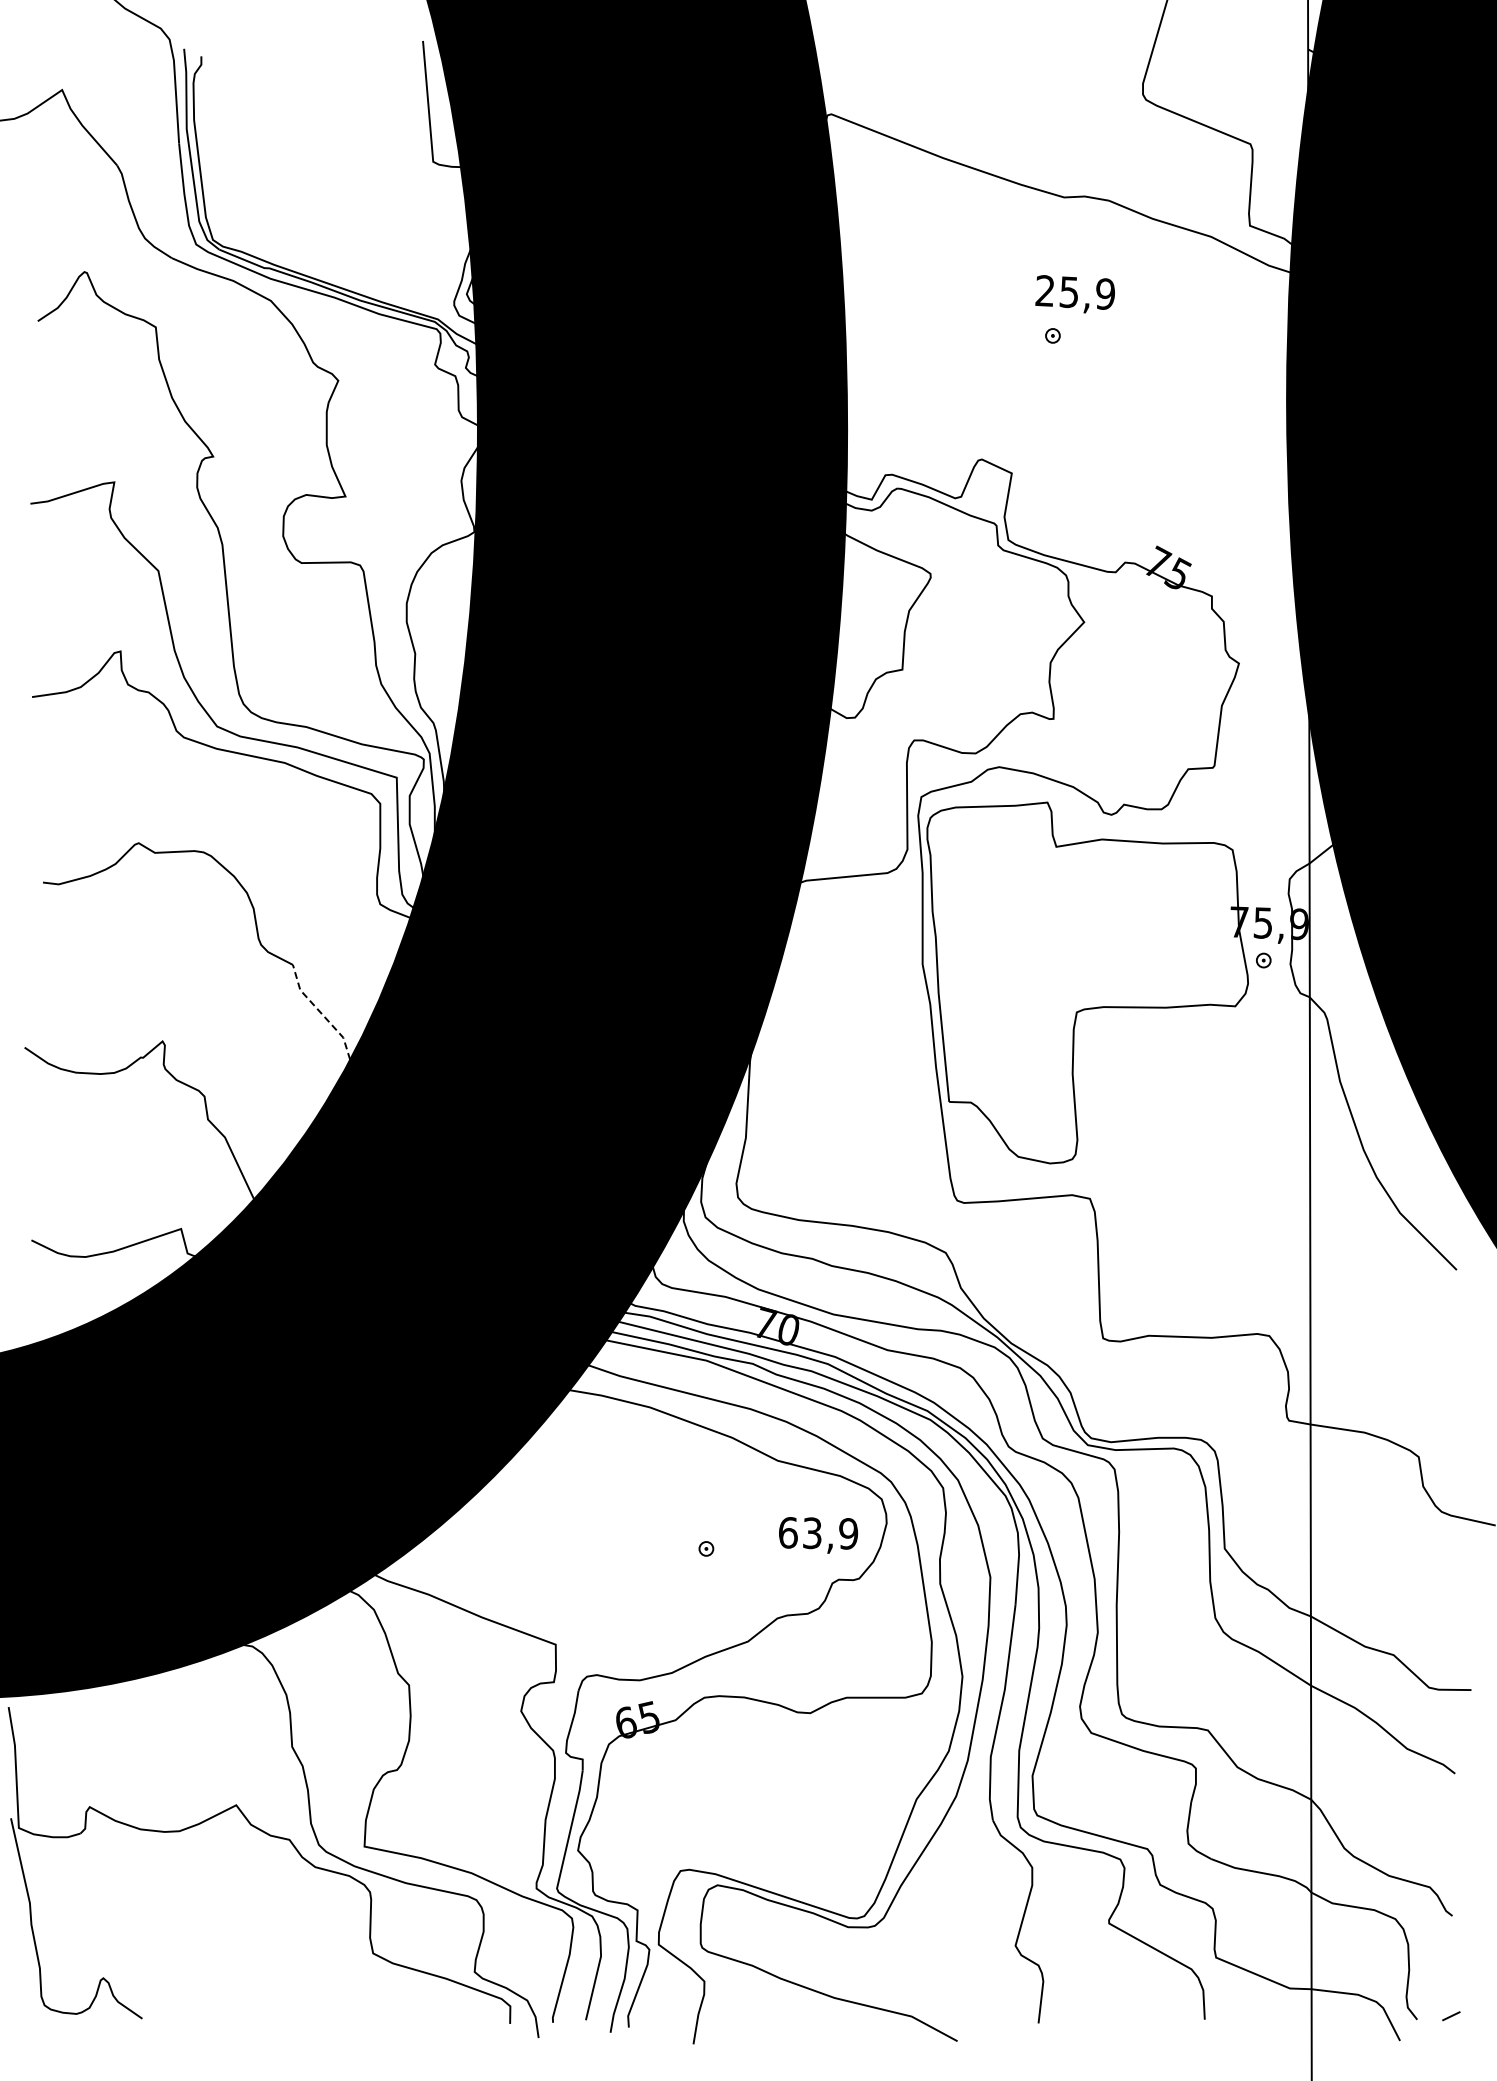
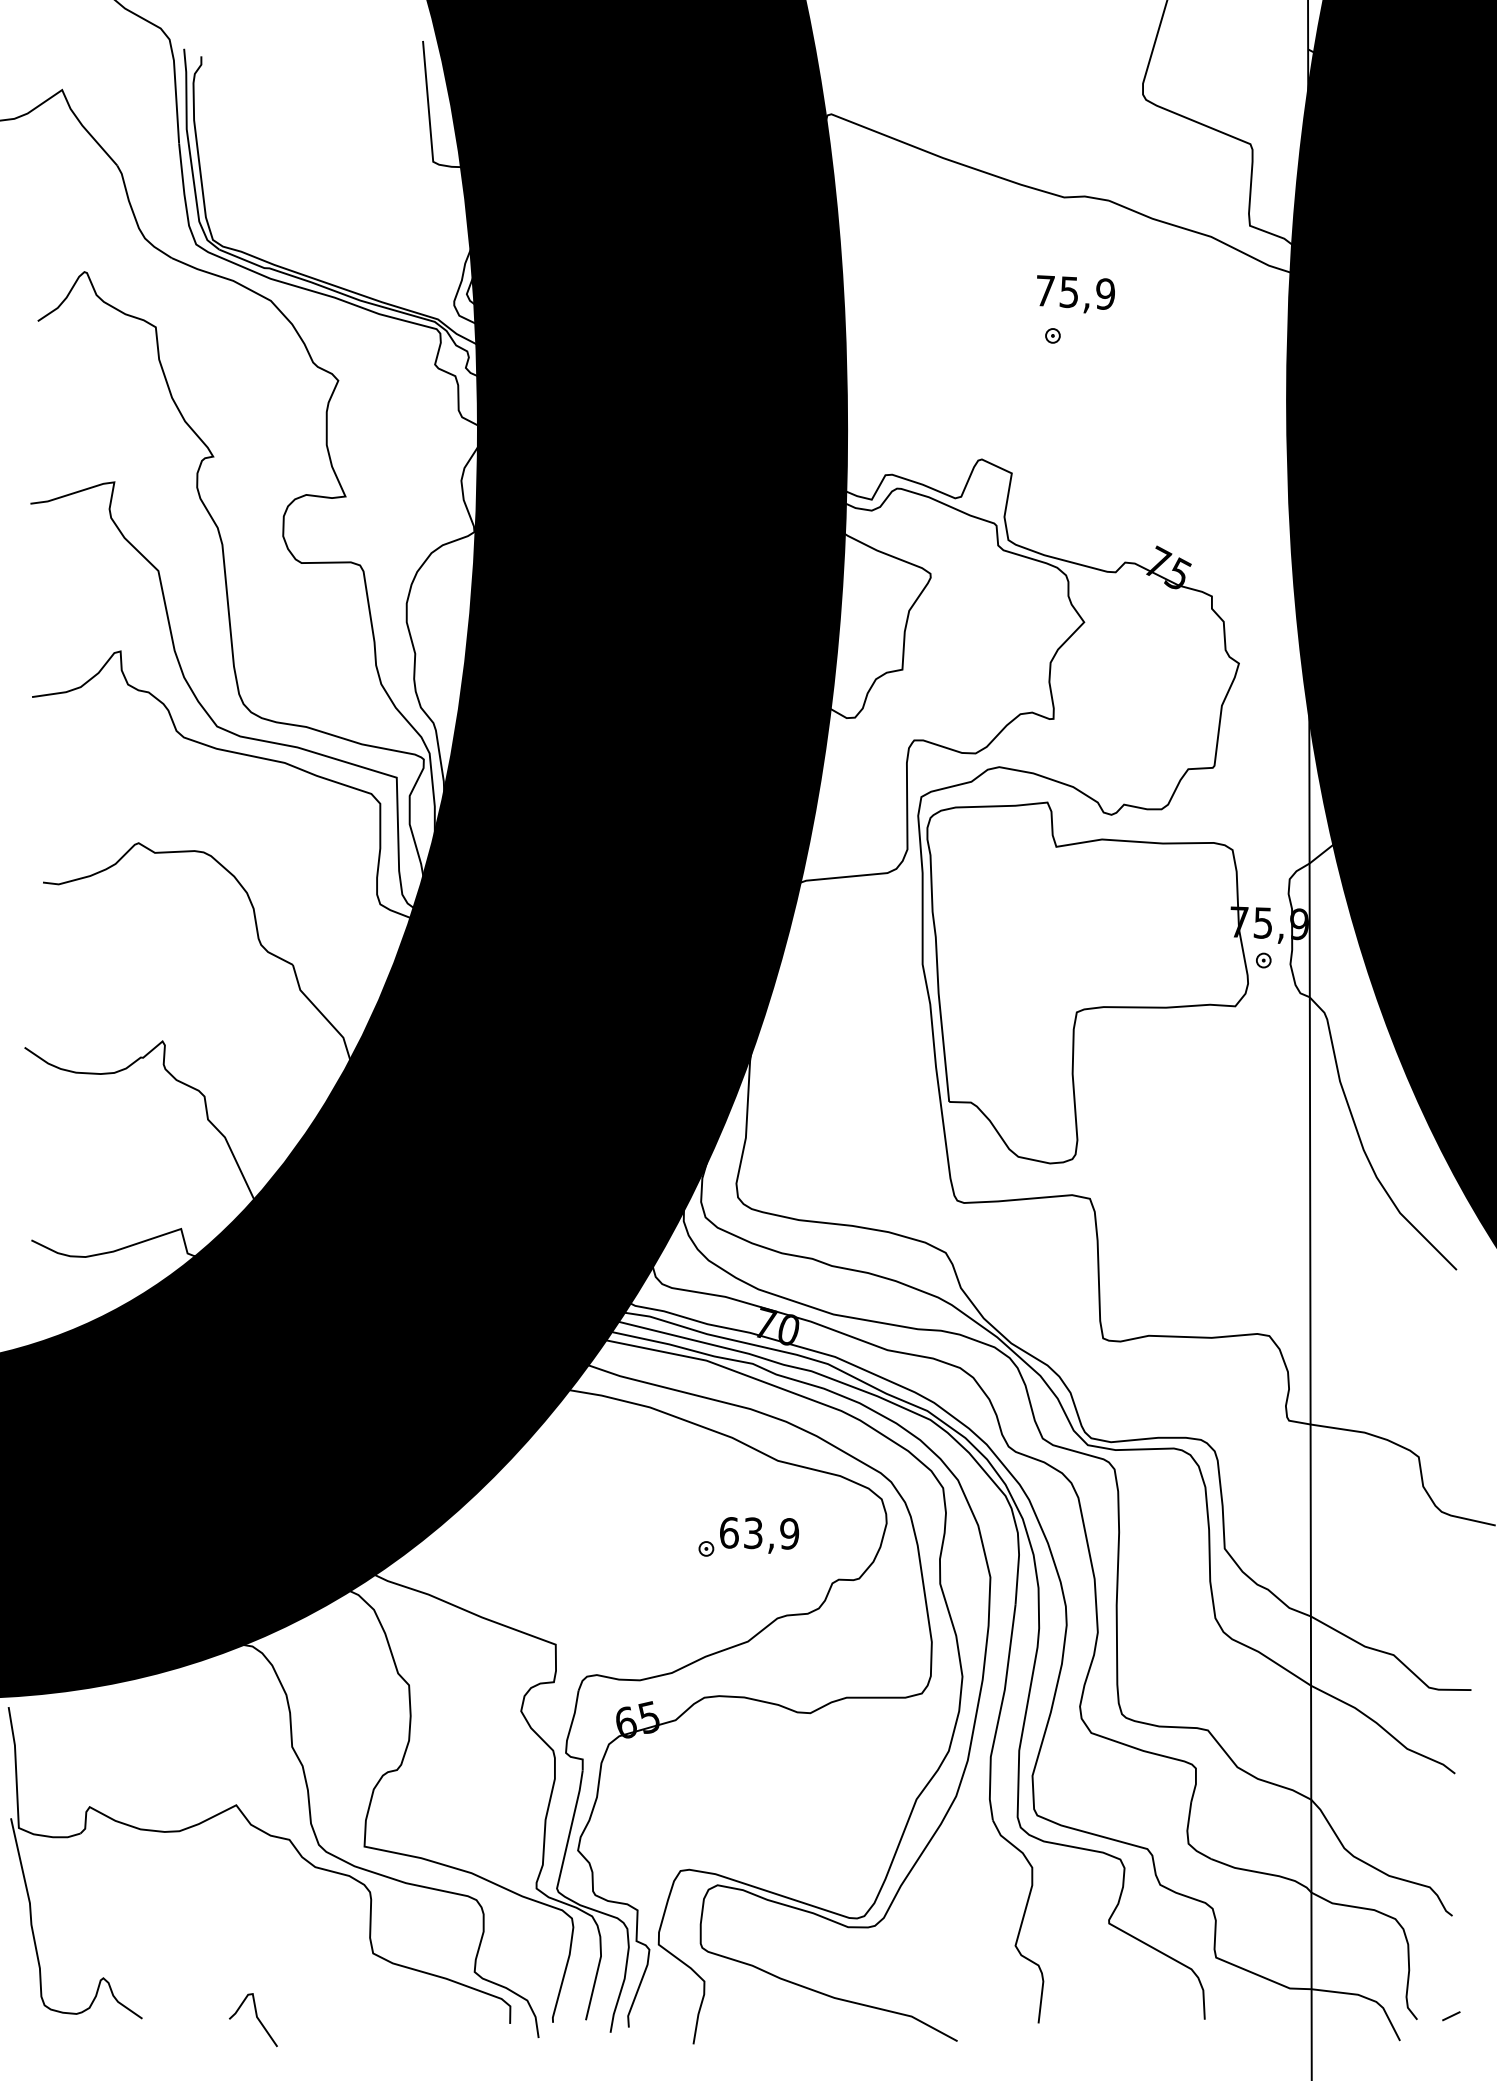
text at (1044, 290): 25,9 -> 75,9
line at (320, 1012): dashed -> solid
text at (818, 1535) position: (818, 1535) -> (759, 1535)
curve at (256, 2018): none -> present
